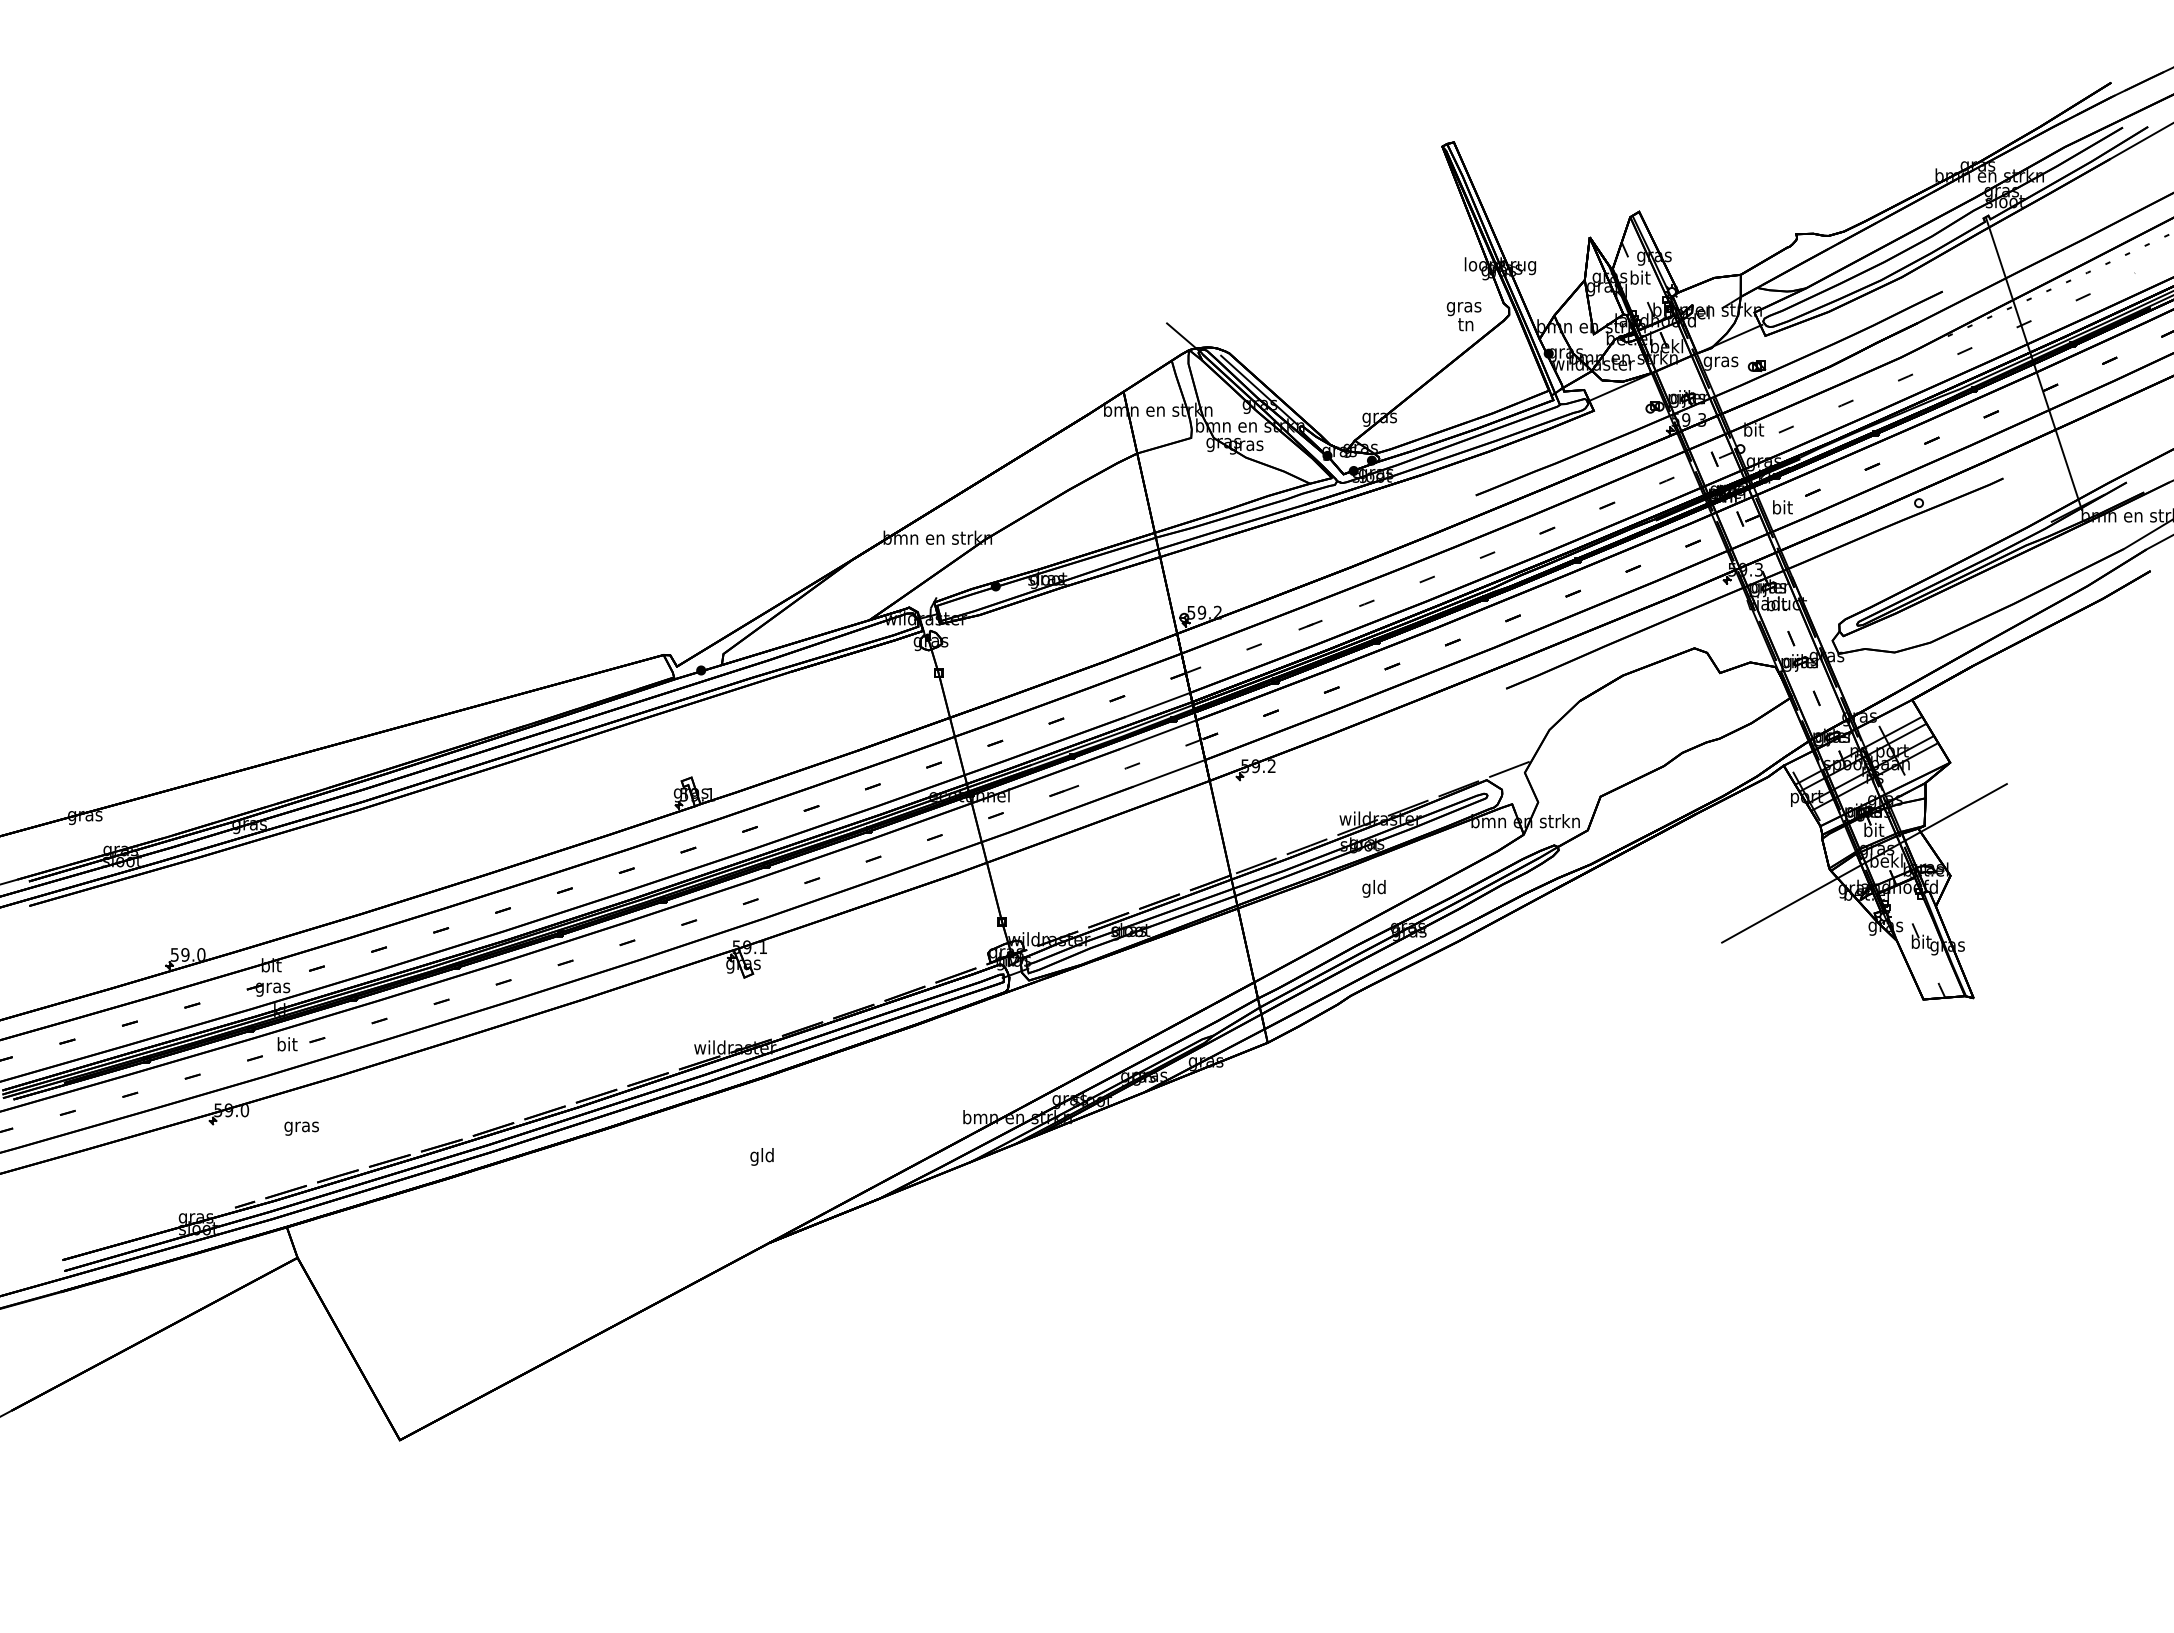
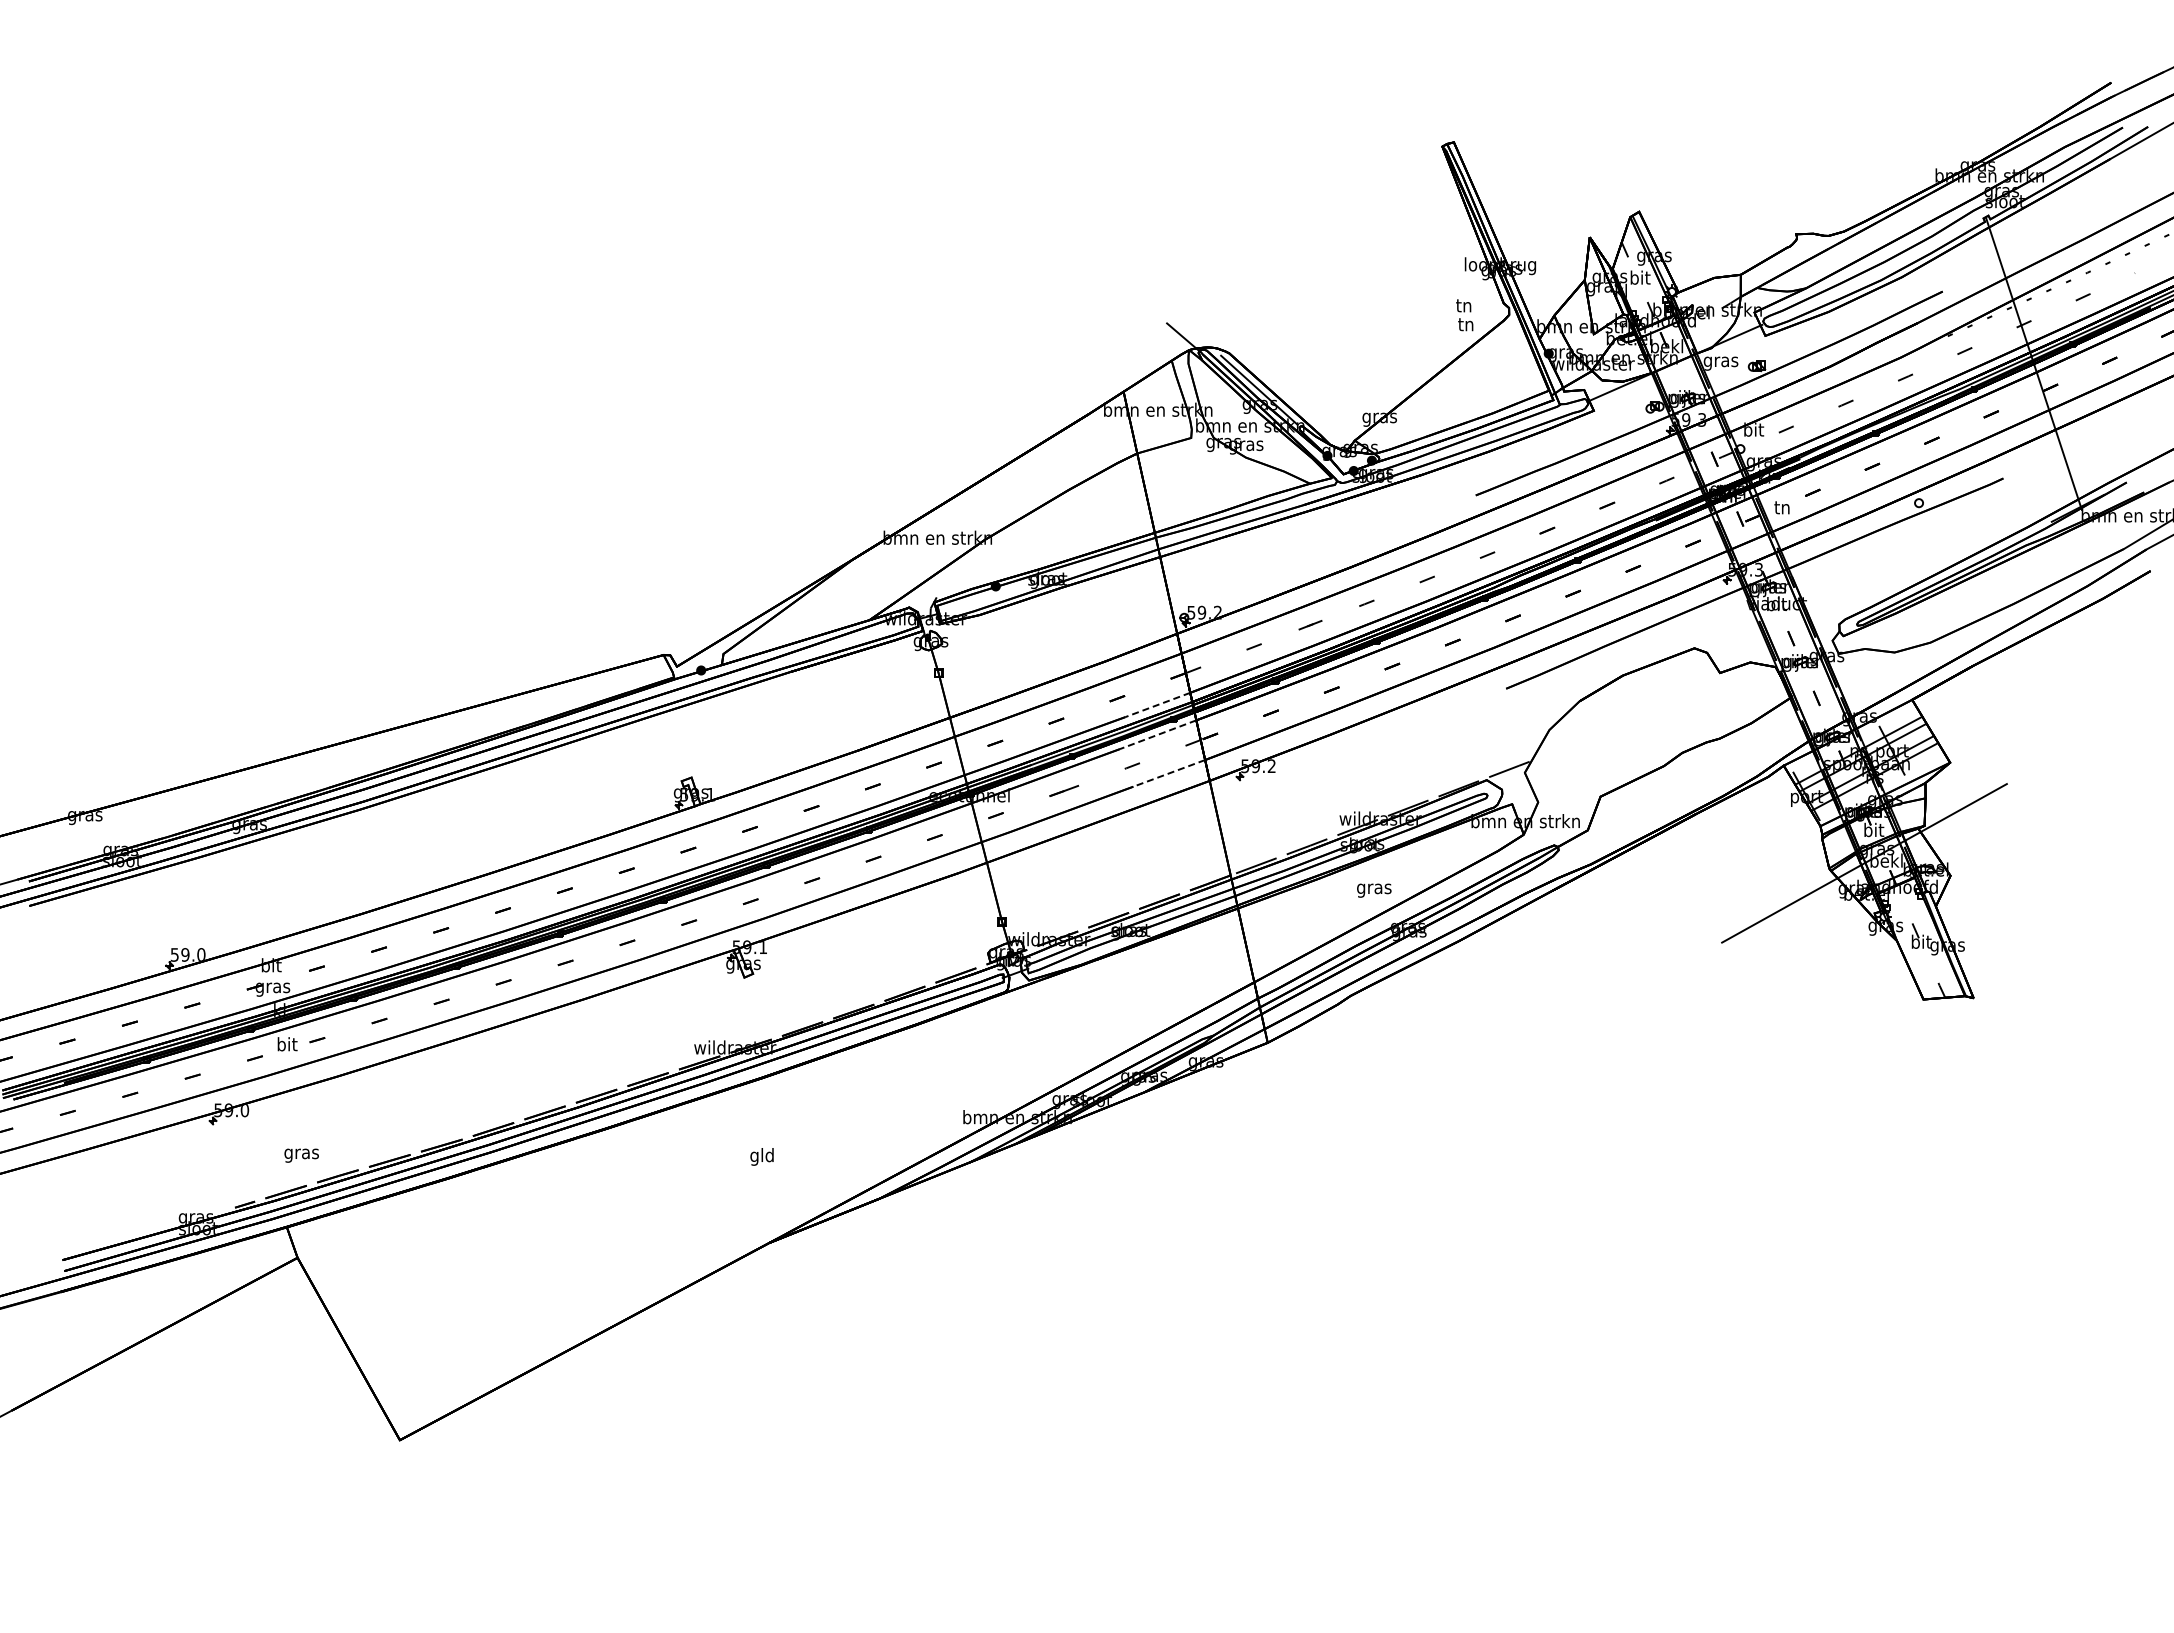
text at (1463, 307): gras -> tn
text at (1782, 507): bit -> tn
line at (1157, 704): solid -> dashed
line at (1158, 734): solid -> dashed
line at (1168, 773): solid -> dashed
text at (1374, 888): gld -> gras
text at (301, 1128) position: (301, 1128) -> (301, 1155)
